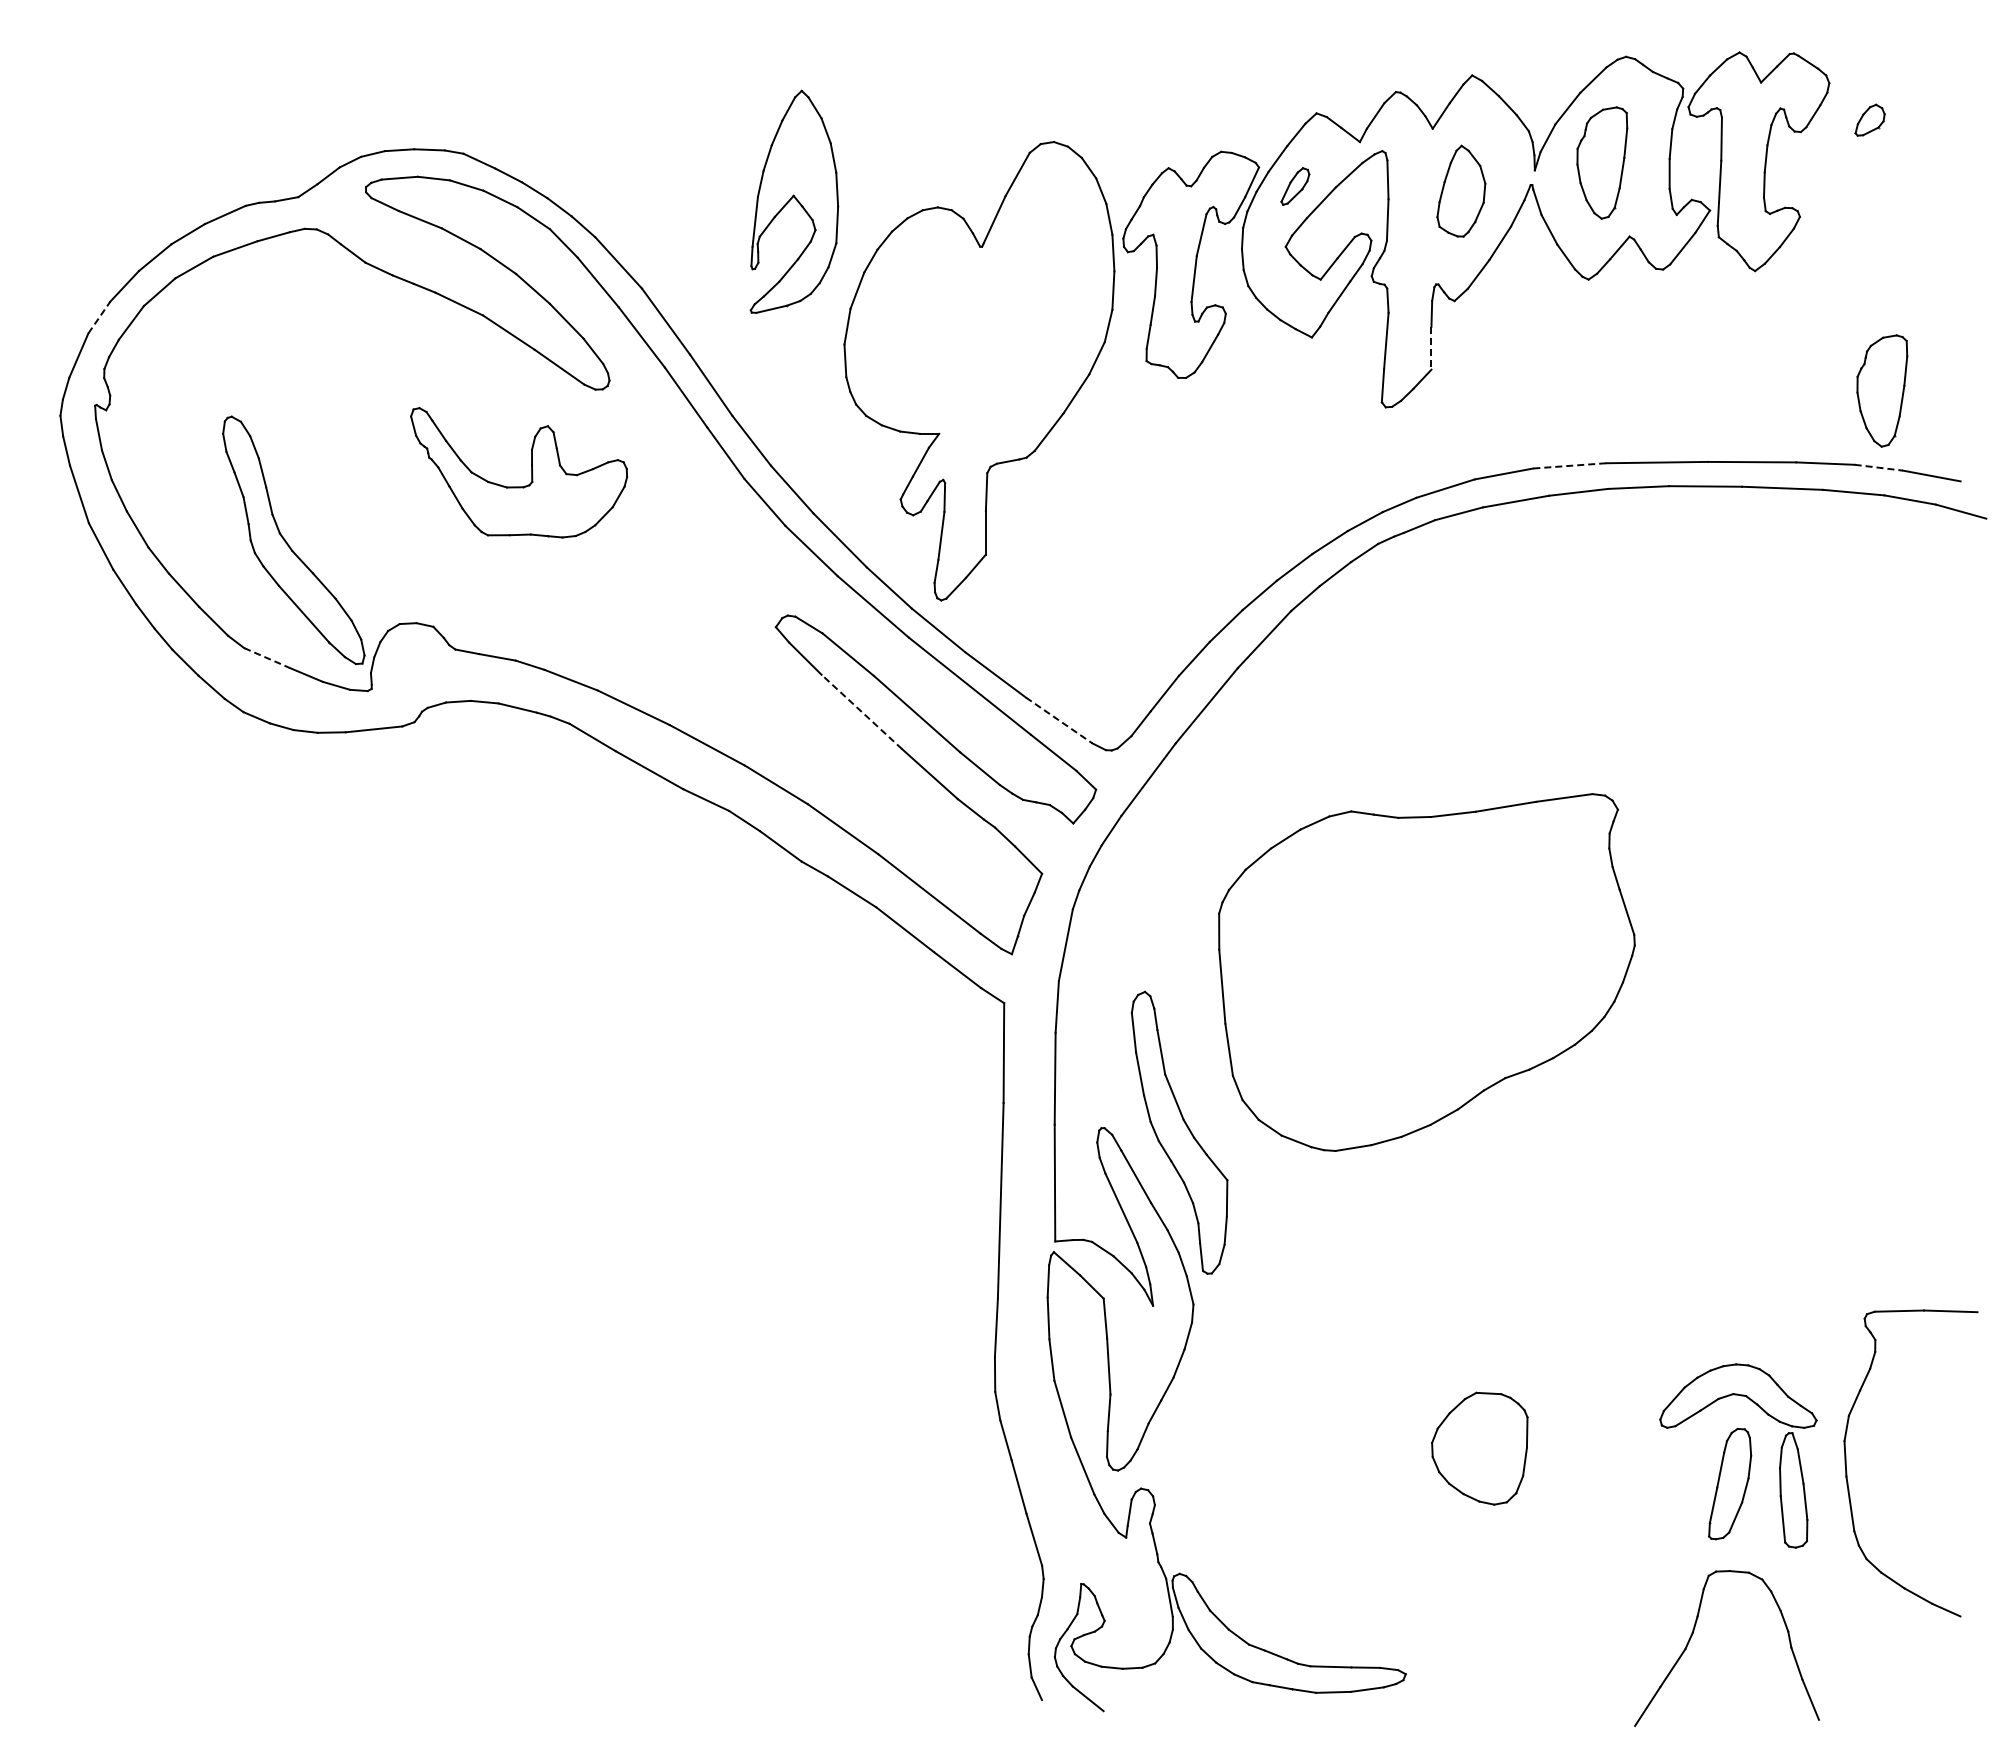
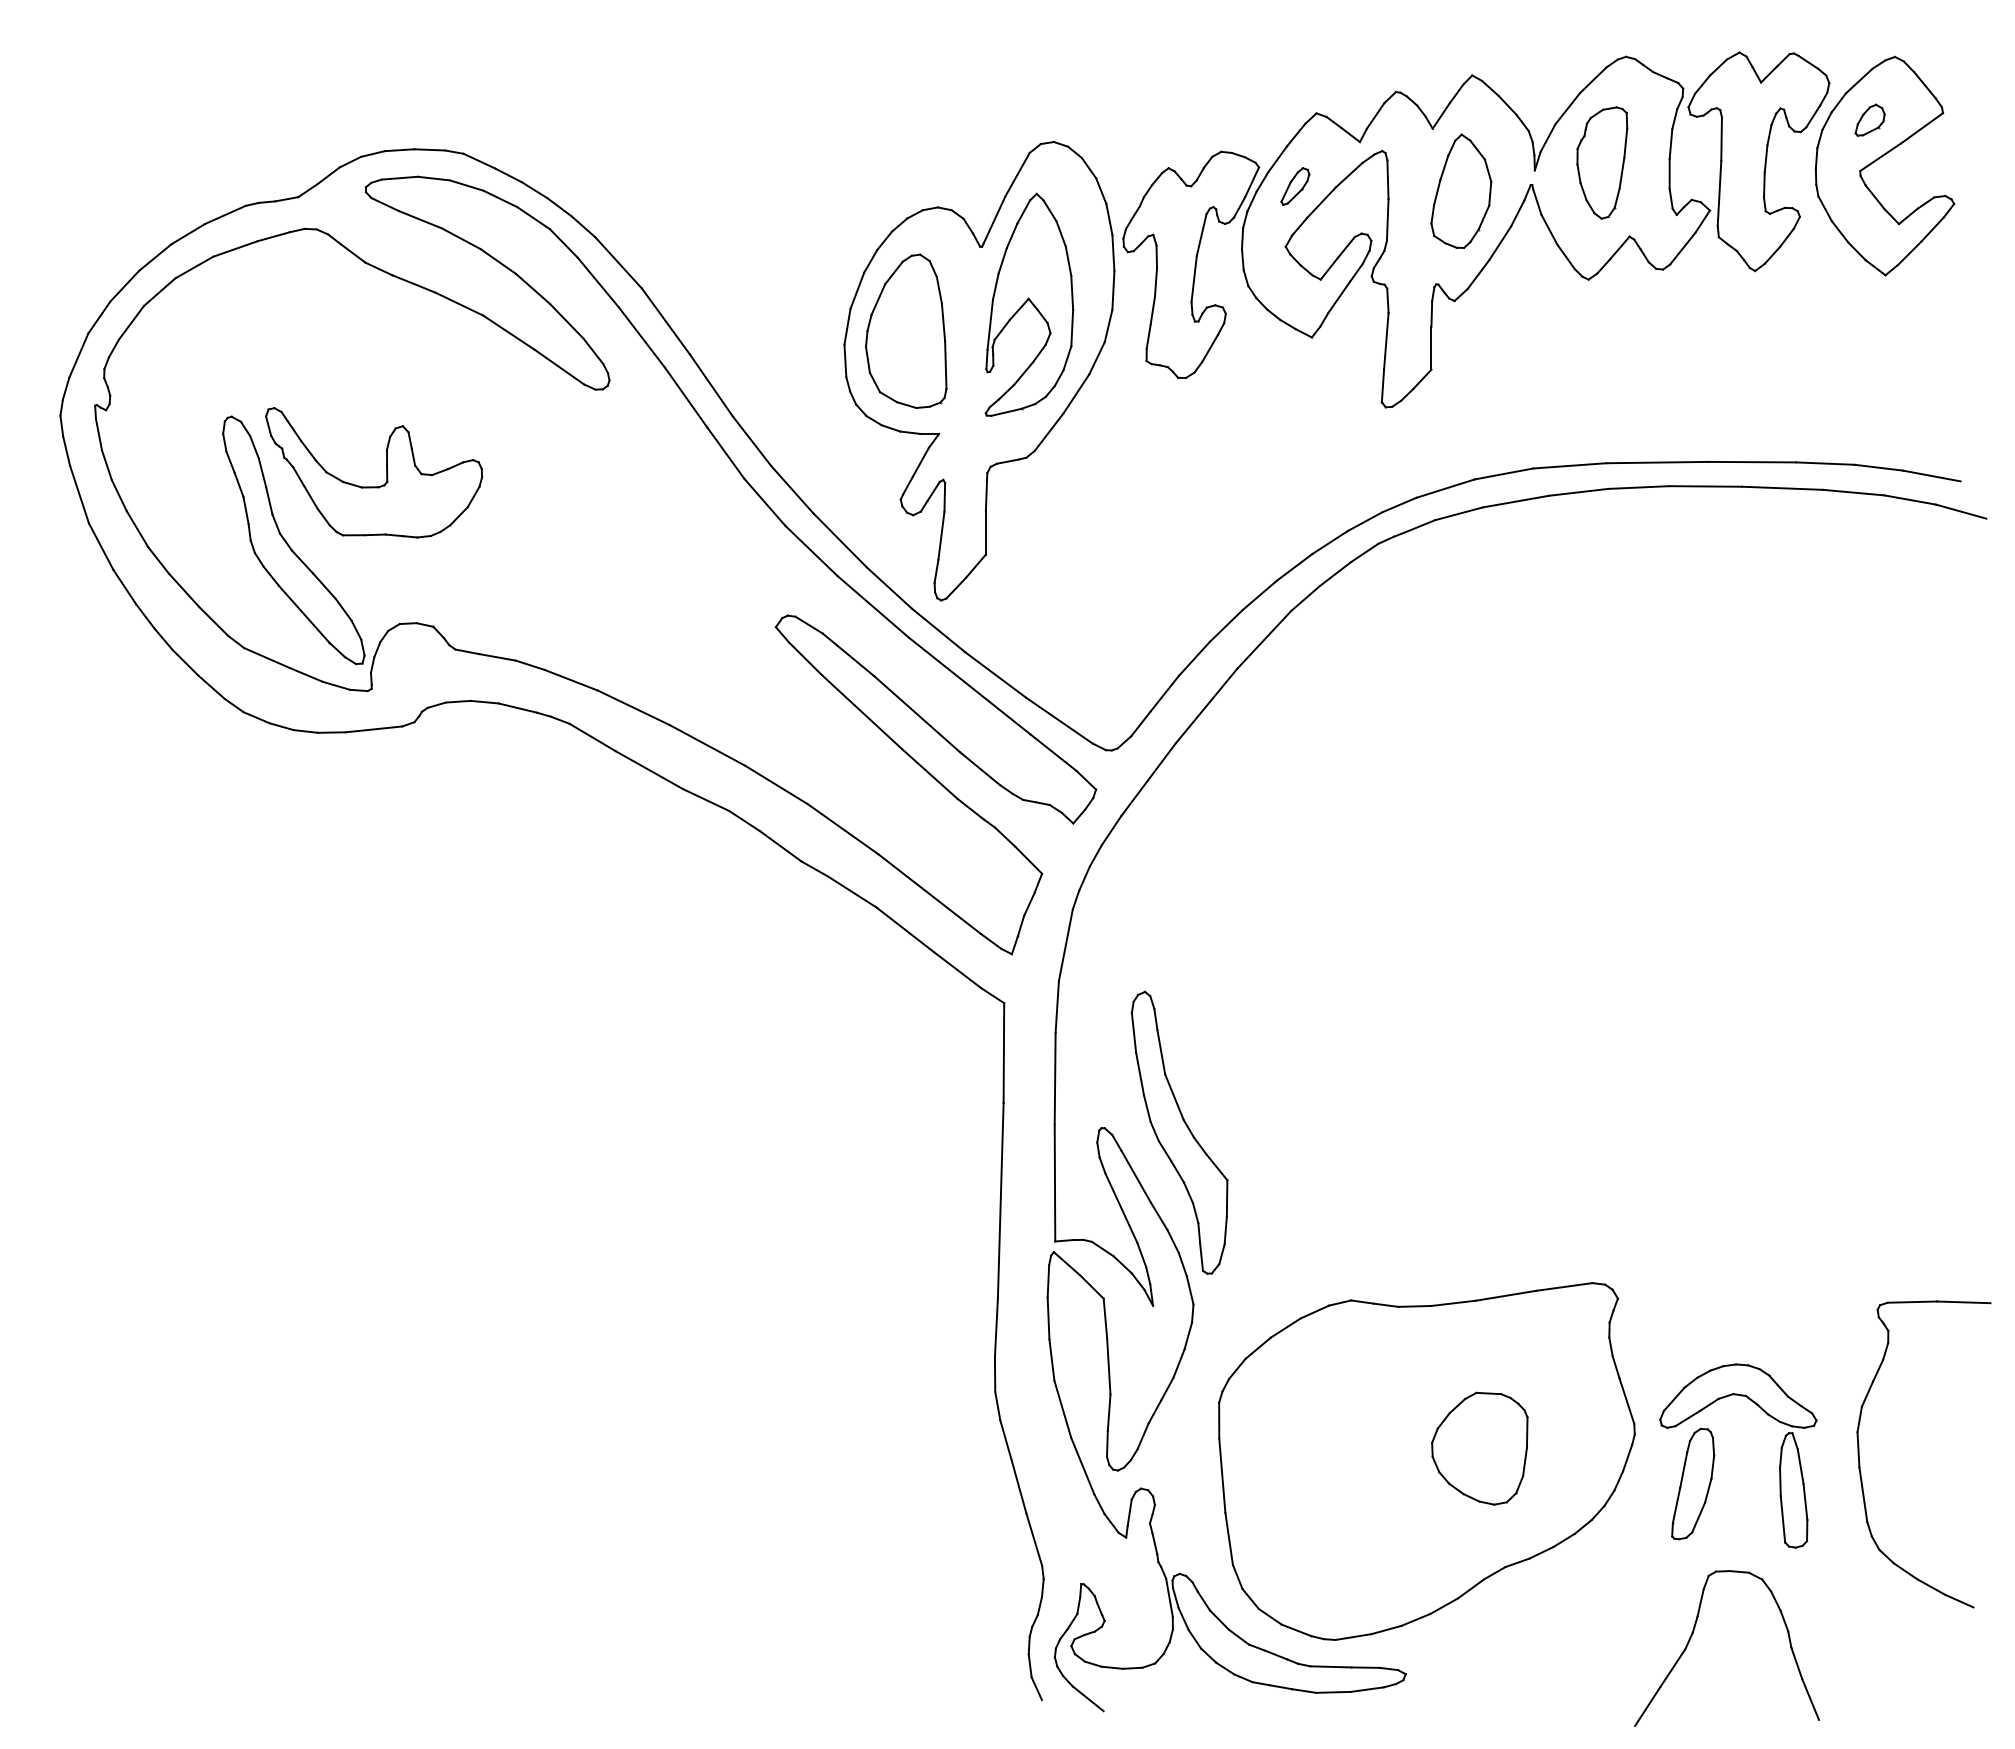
part at (1879, 159): none -> present
part at (1461, 190) size: 51x94 px -> 63x116 px
part at (794, 201) position: (794, 201) -> (1029, 304)
line at (99, 317): dashed -> solid
part at (906, 330): none -> present
line at (1431, 348): dashed -> solid
part at (1882, 390): present -> none
line at (1569, 465): dashed -> solid
line at (1879, 467): dashed -> solid
part at (531, 472) position: (531, 472) -> (386, 472)
line at (267, 658): dashed -> solid
line at (861, 711): dashed -> solid
line at (1059, 720): dashed -> solid
part at (1426, 972) position: (1426, 972) -> (1426, 1461)
part at (1847, 1471) position: (1847, 1471) -> (1860, 1462)
part at (1730, 1483) position: (1730, 1483) -> (1693, 1483)
